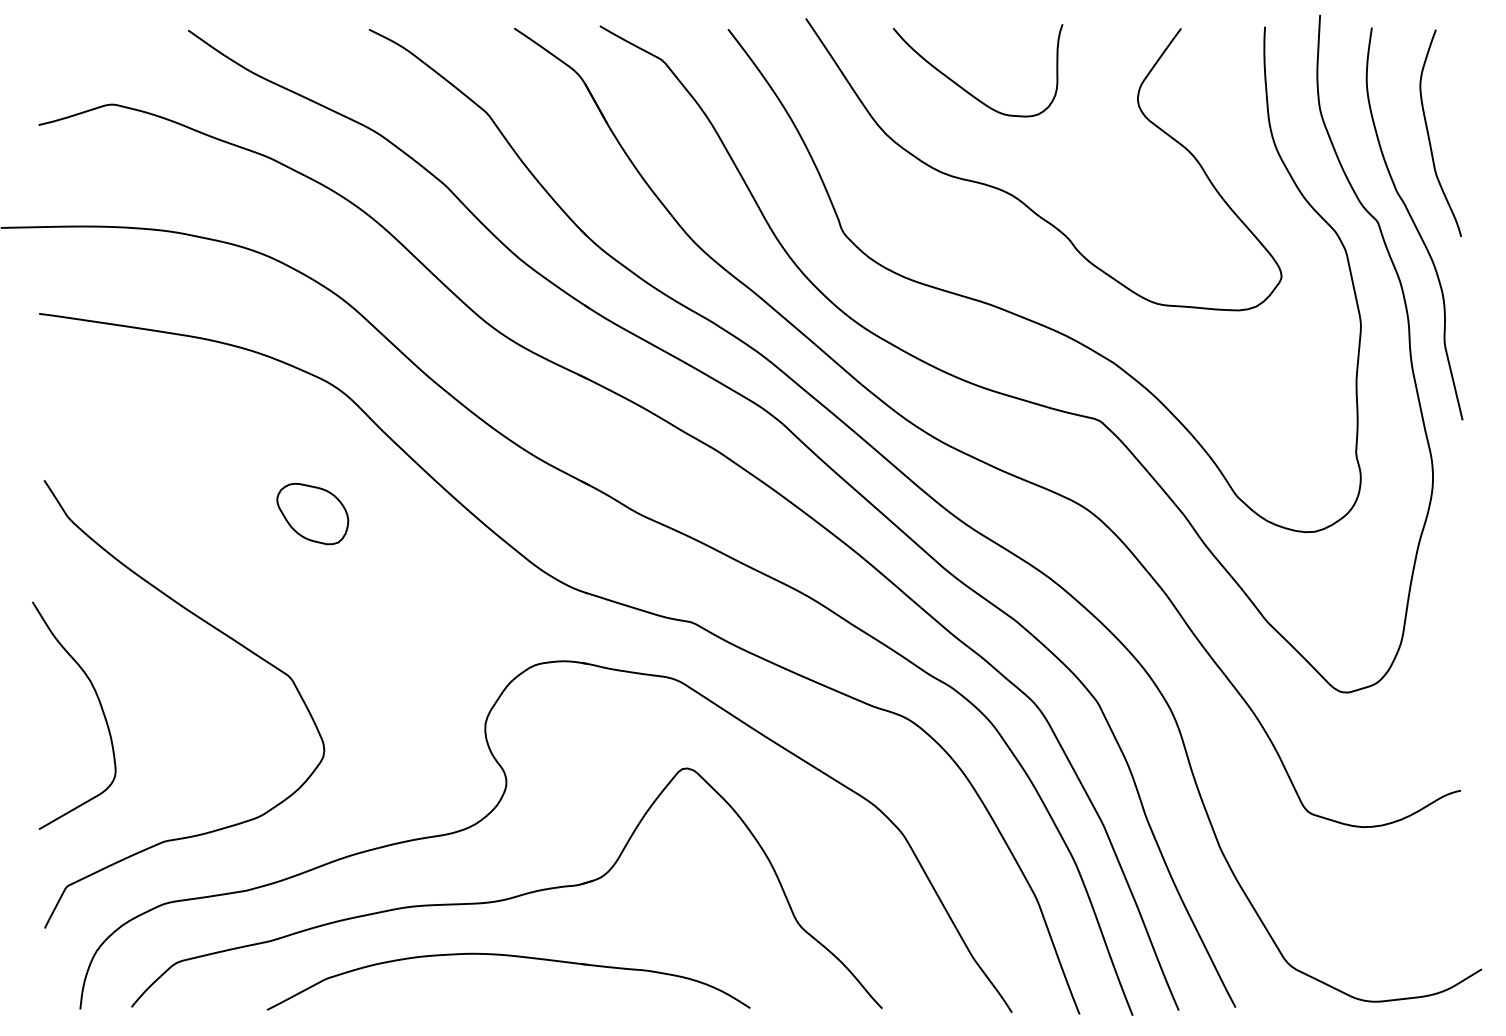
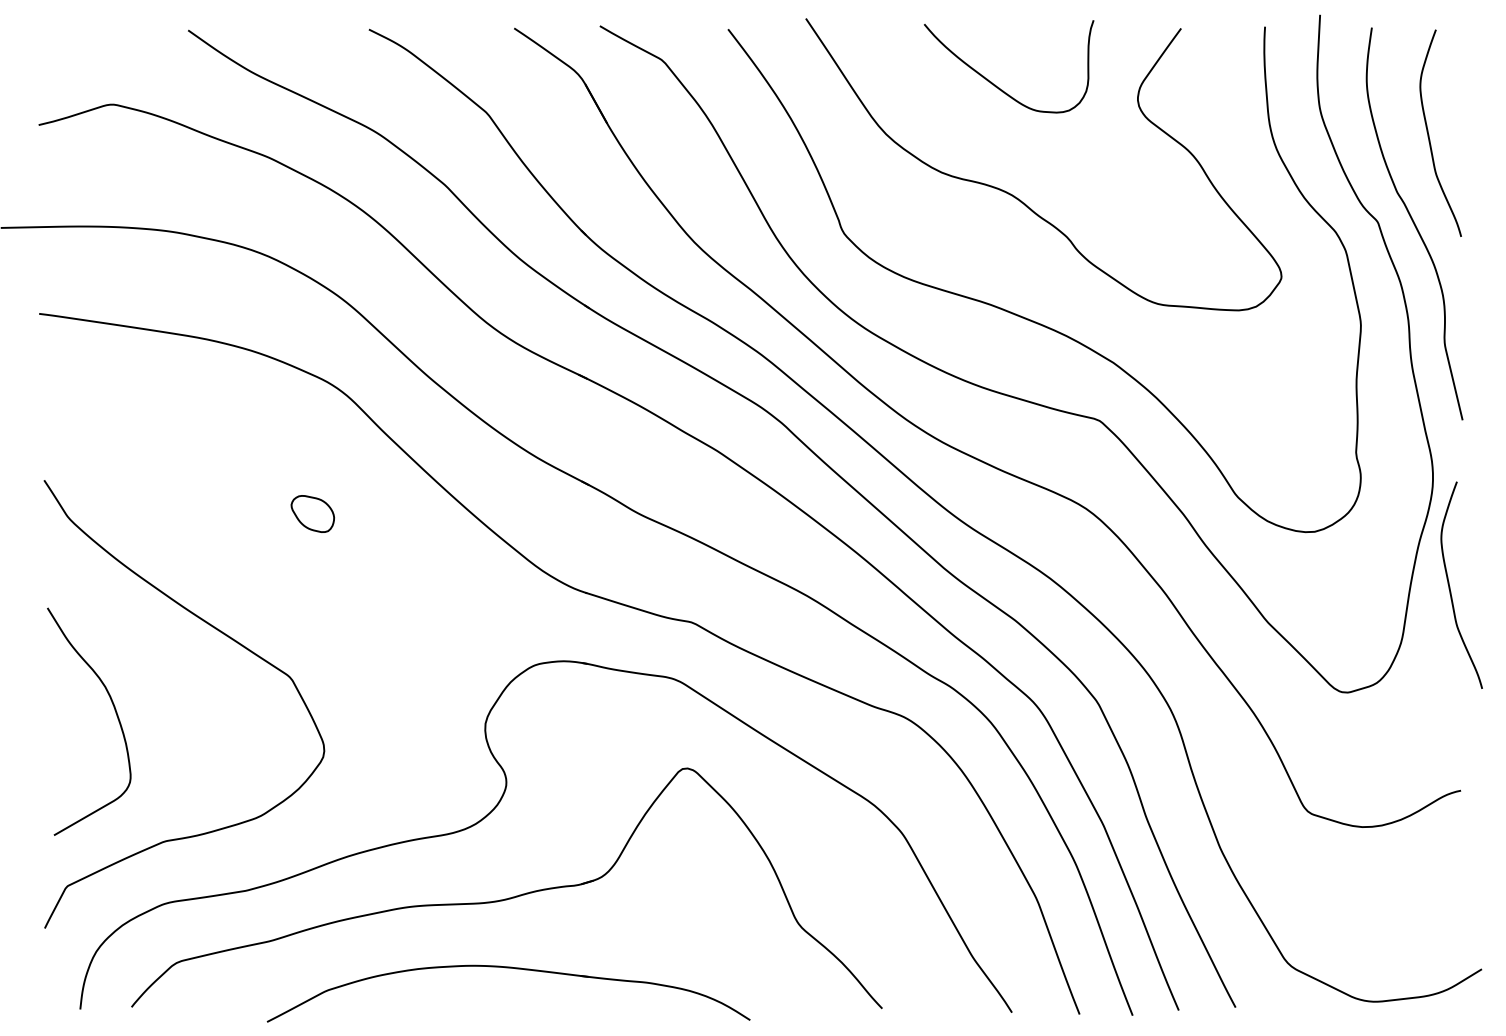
curve at (964, 88) position: (964, 88) -> (995, 84)
part at (312, 513) size: 74x64 px -> 45x38 px
curve at (1450, 586): none -> present
curve at (100, 707) position: (100, 707) -> (115, 713)
part at (508, 956) position: (508, 956) -> (508, 968)
